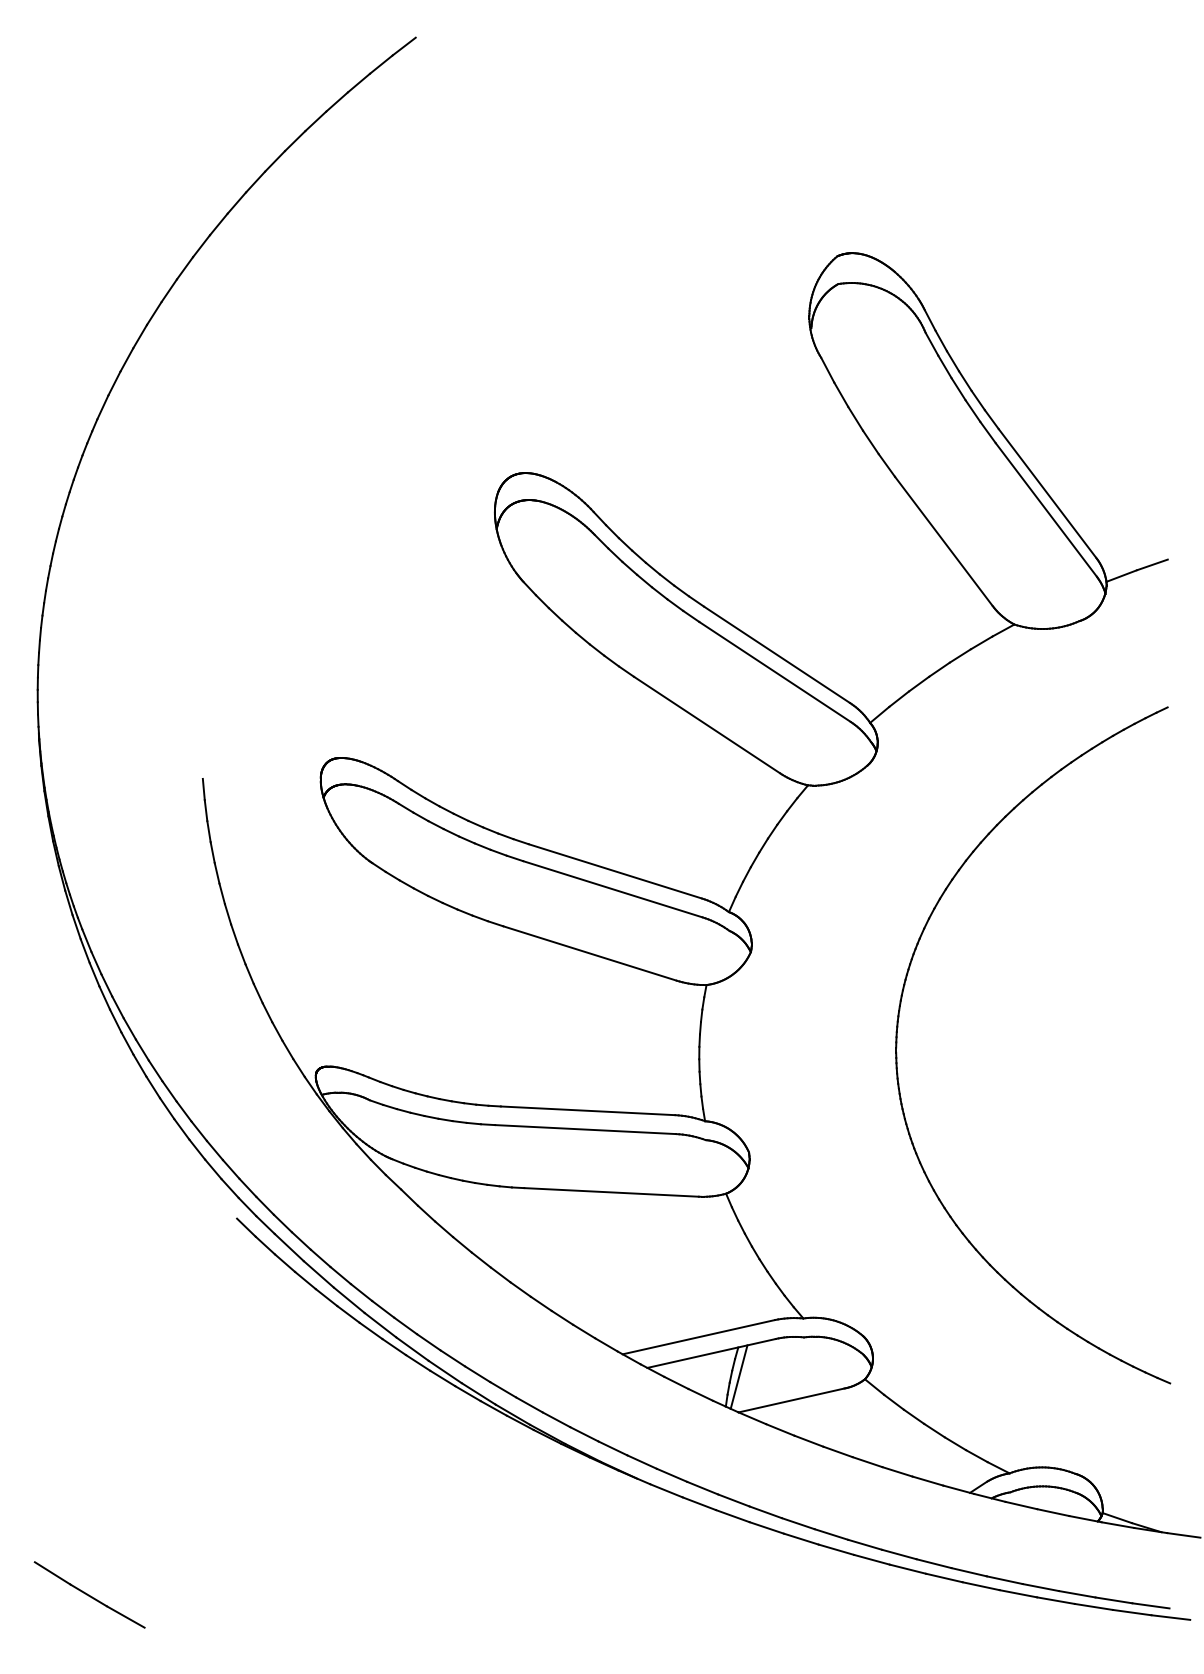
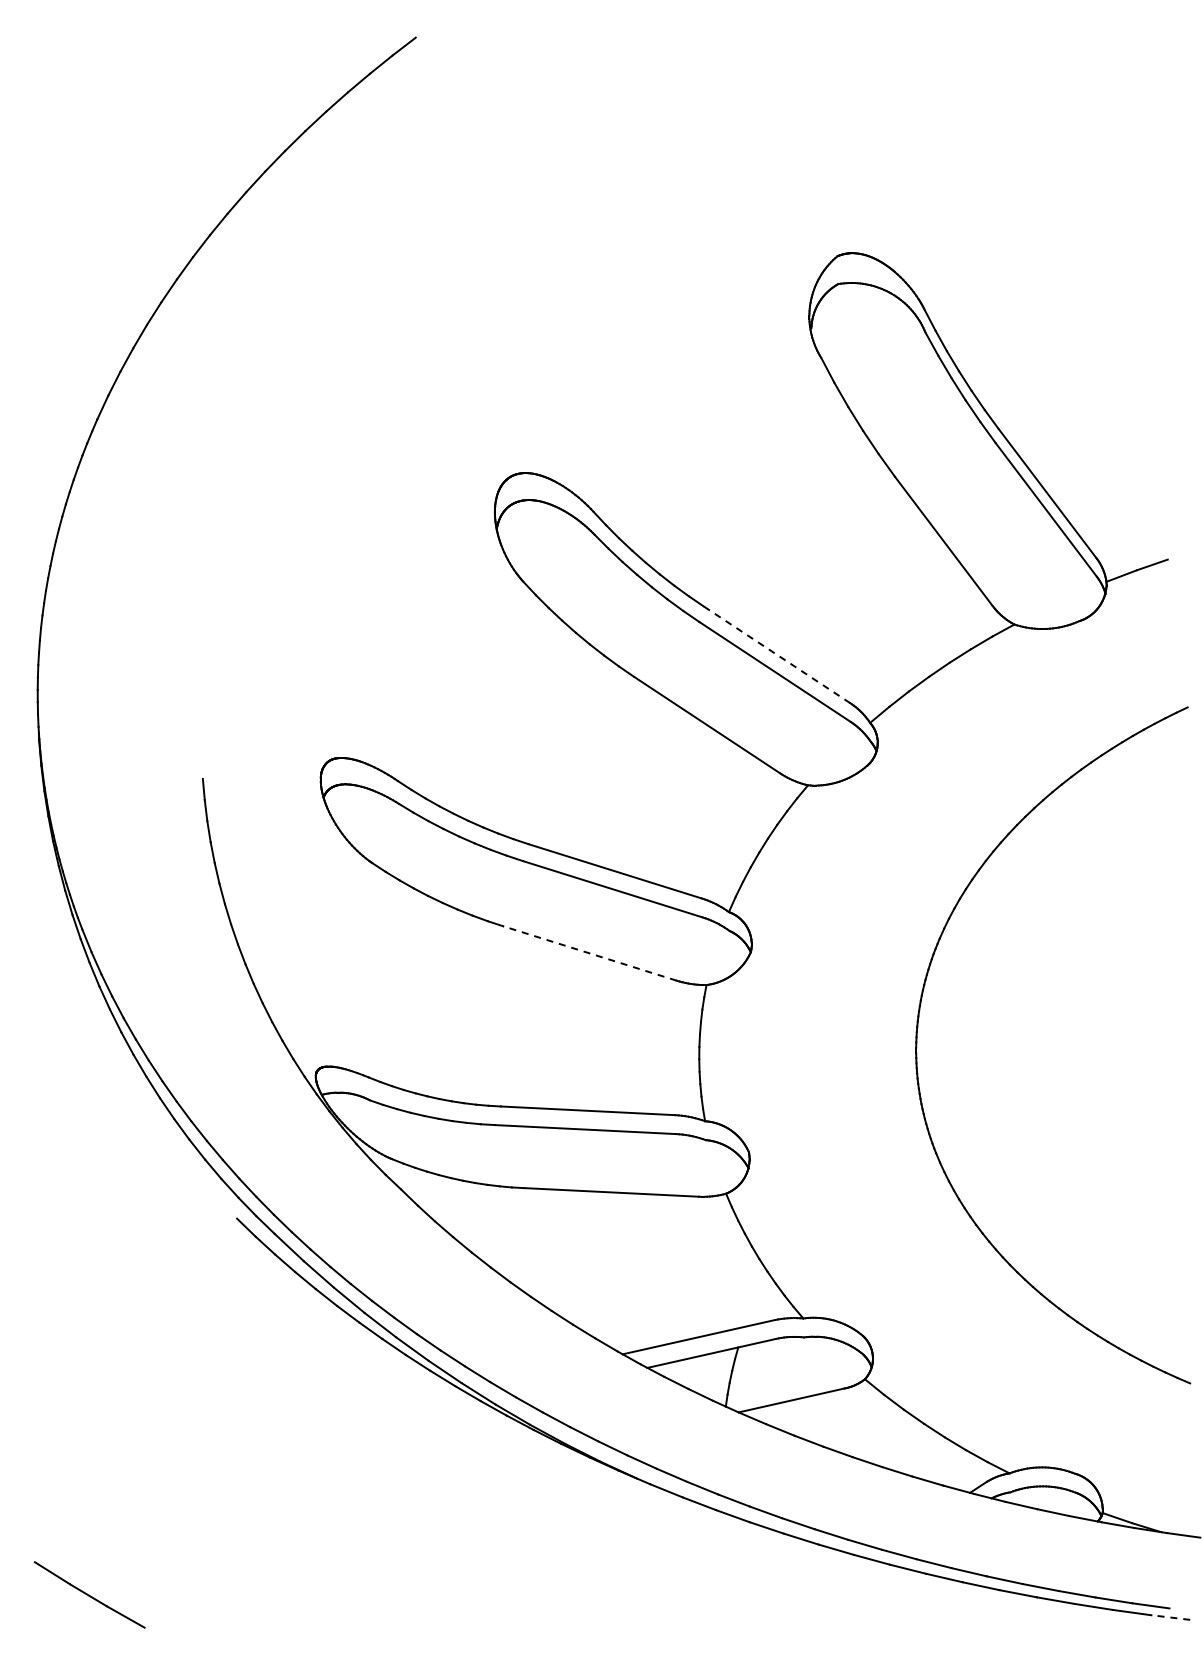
line at (777, 654): solid -> dashed
line at (590, 953): solid -> dashed
part at (897, 1045) position: (897, 1045) -> (917, 1045)
line at (738, 1376): present -> none
line at (1170, 1617): solid -> dashed
